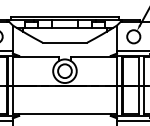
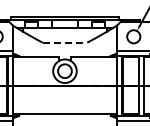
line at (65, 42): solid -> dashed
